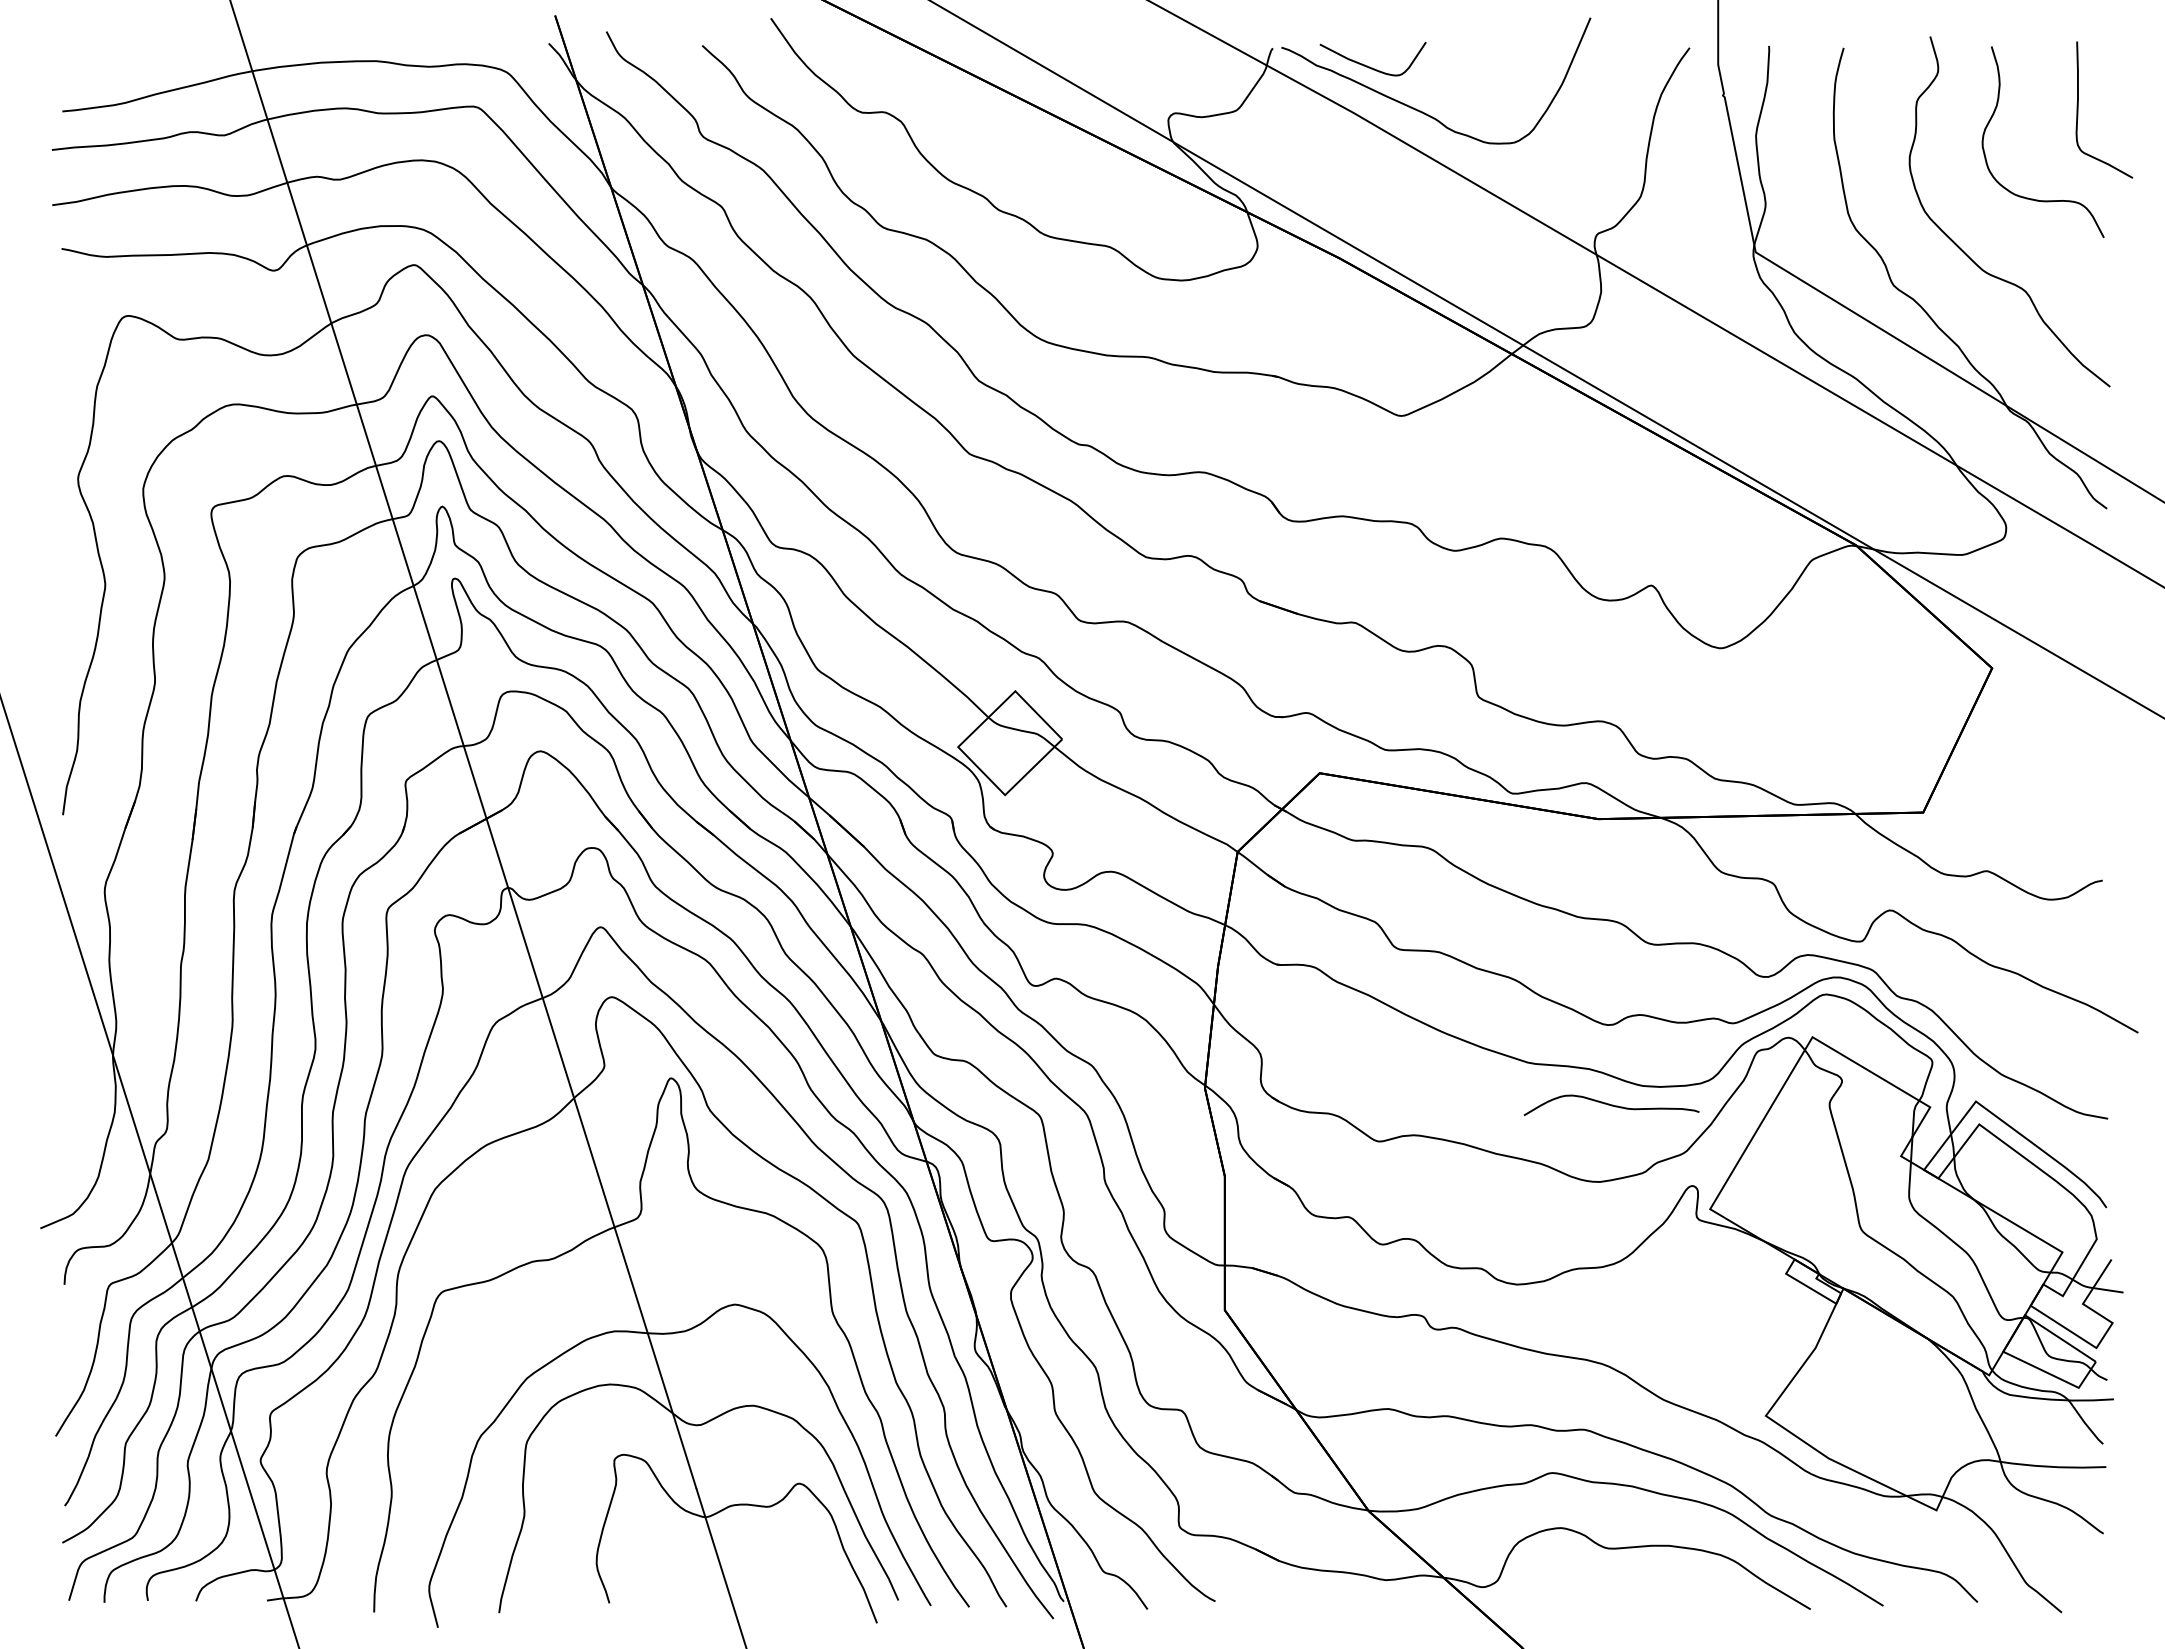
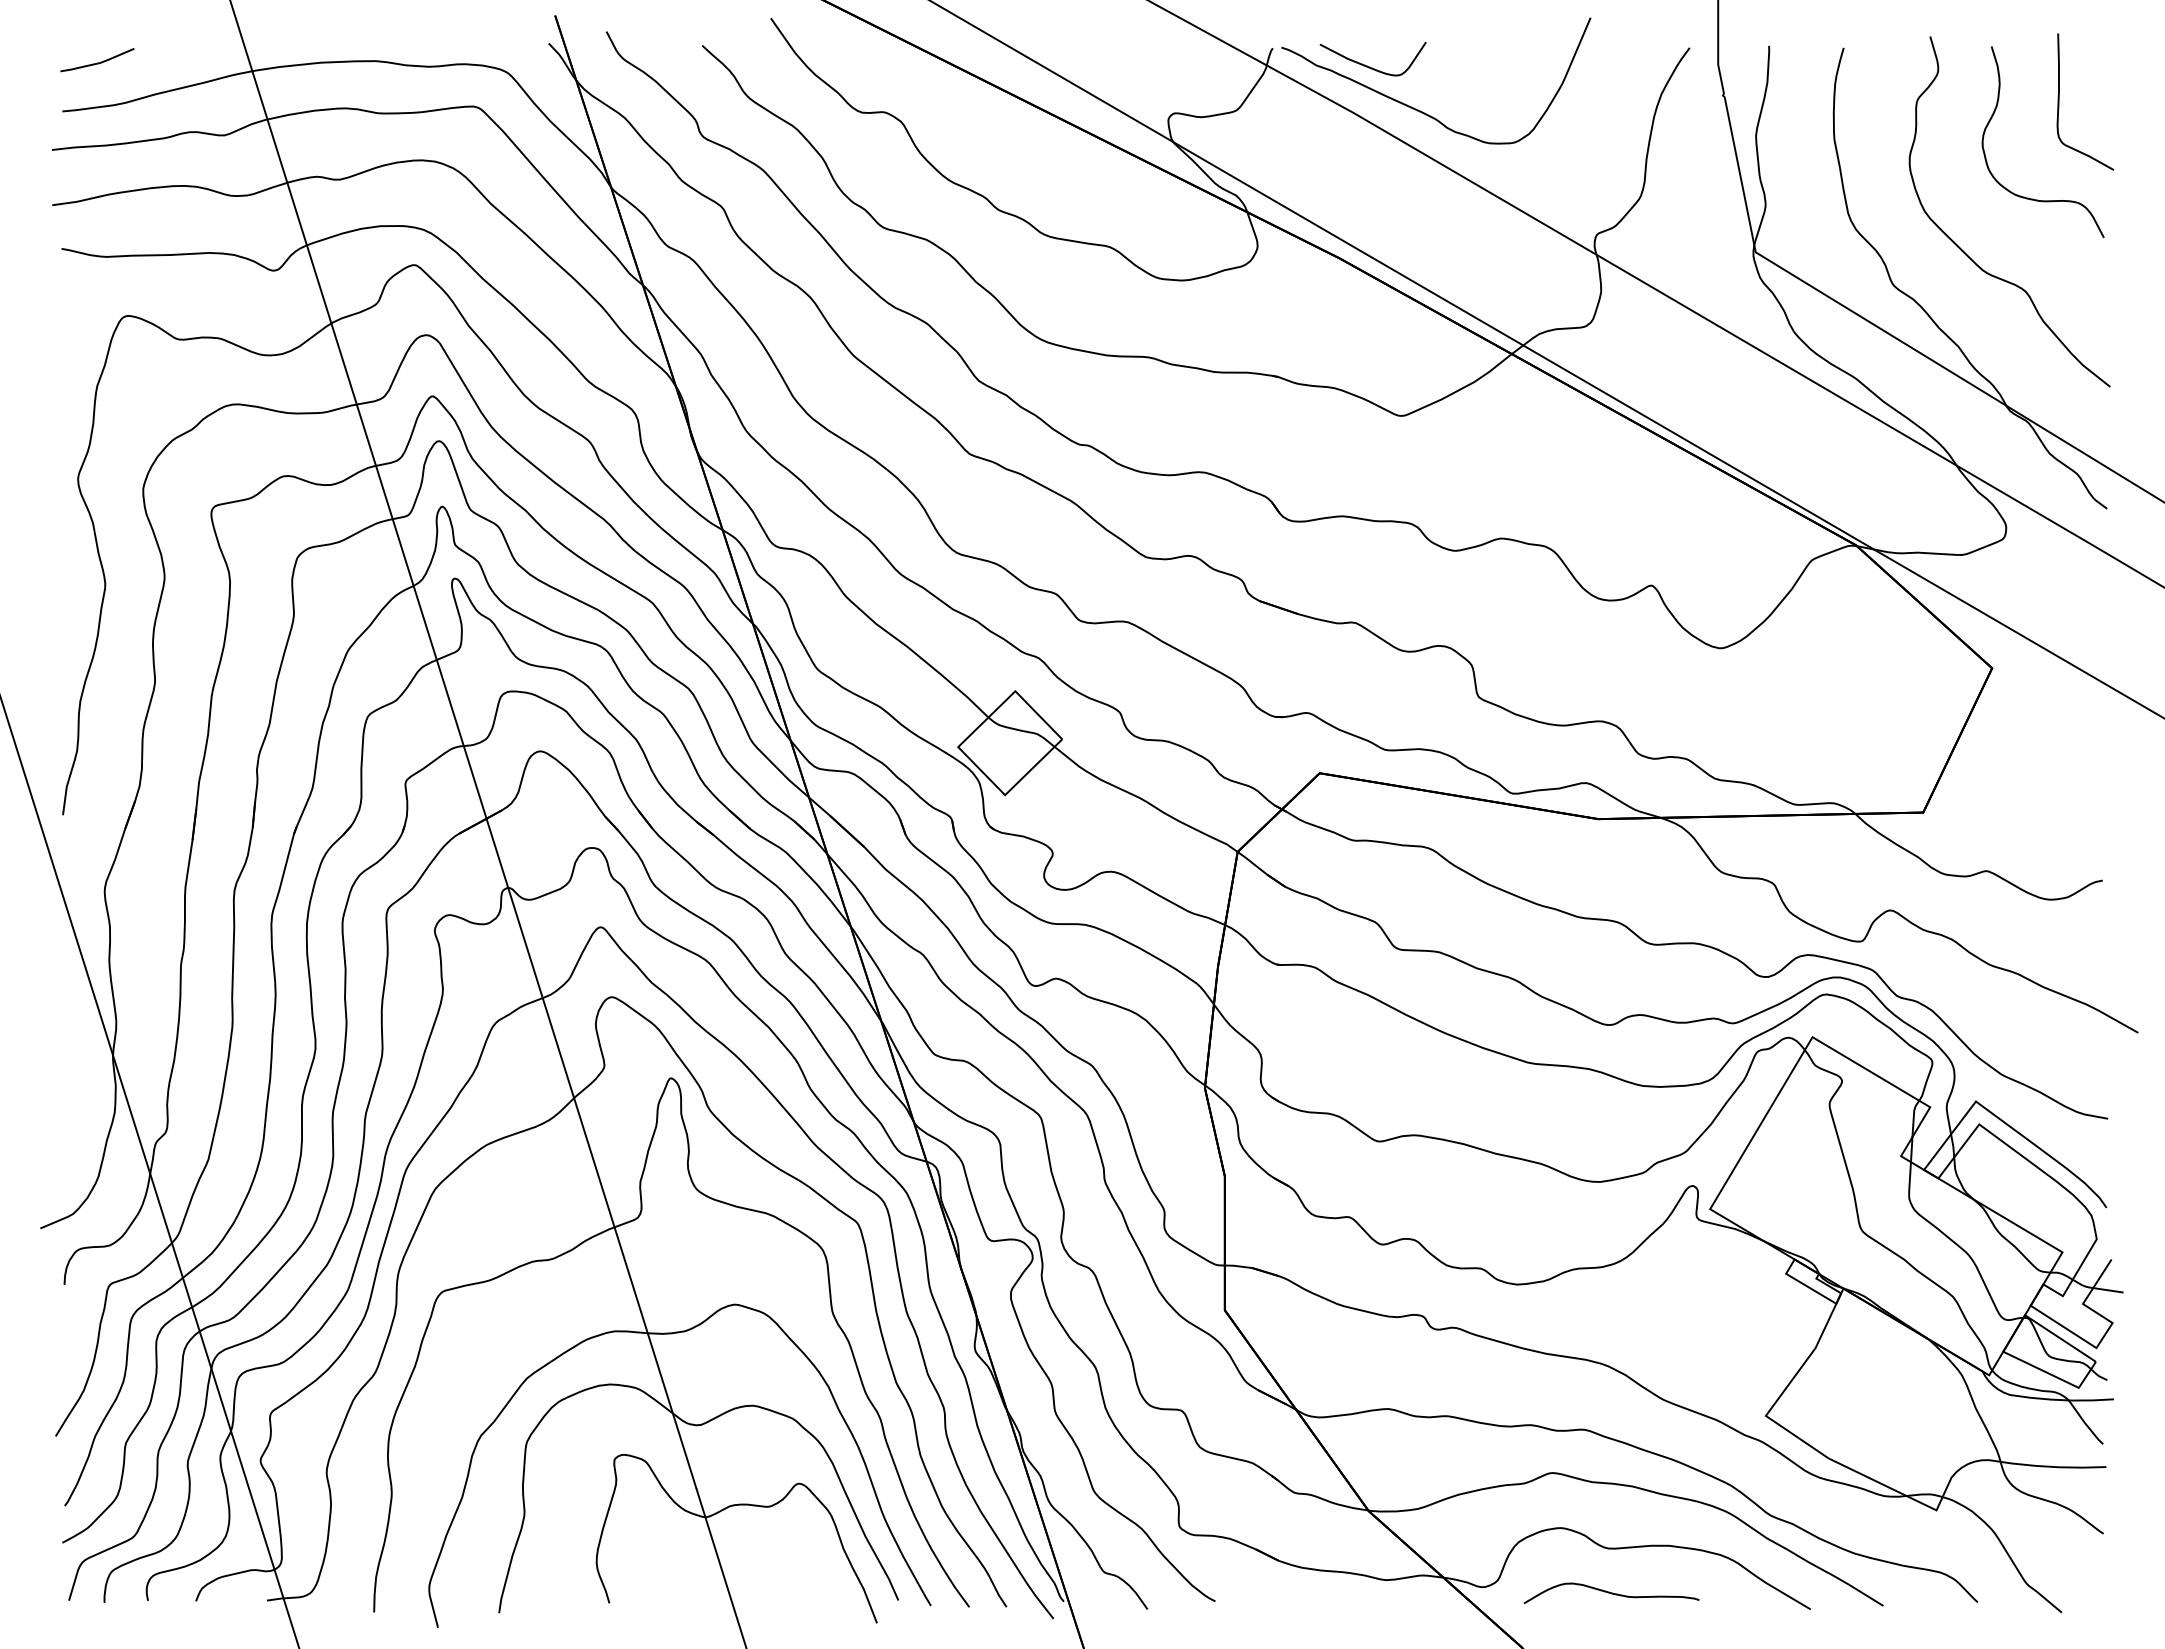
line at (97, 62): none -> present
curve at (2078, 109) position: (2078, 109) -> (2059, 101)
curve at (1611, 1105) position: (1611, 1105) -> (1611, 1593)
